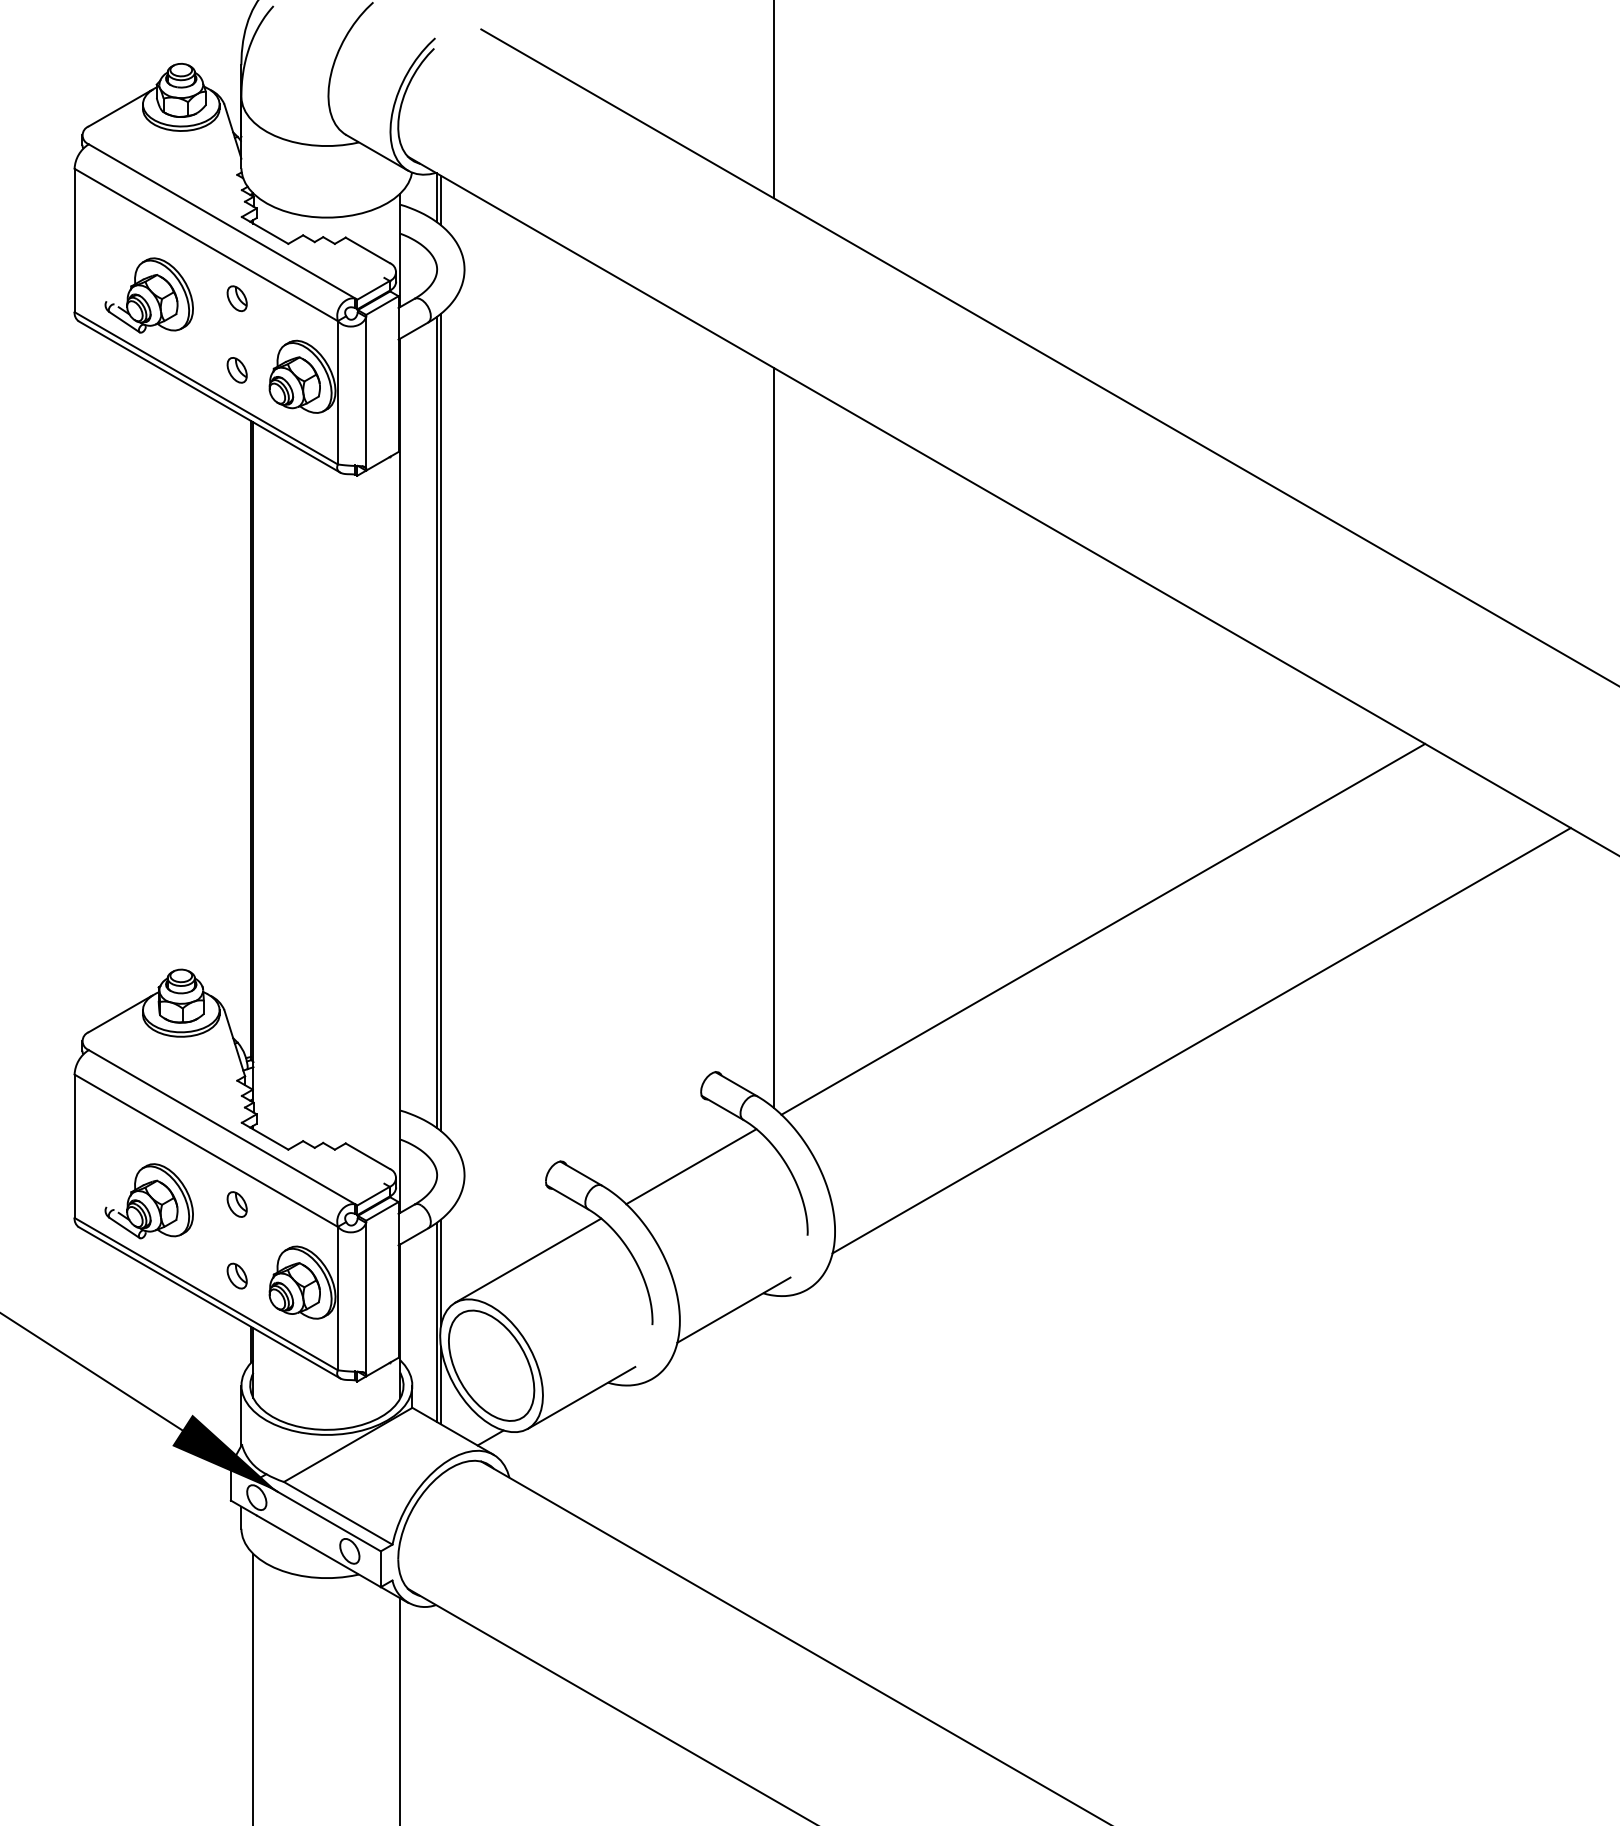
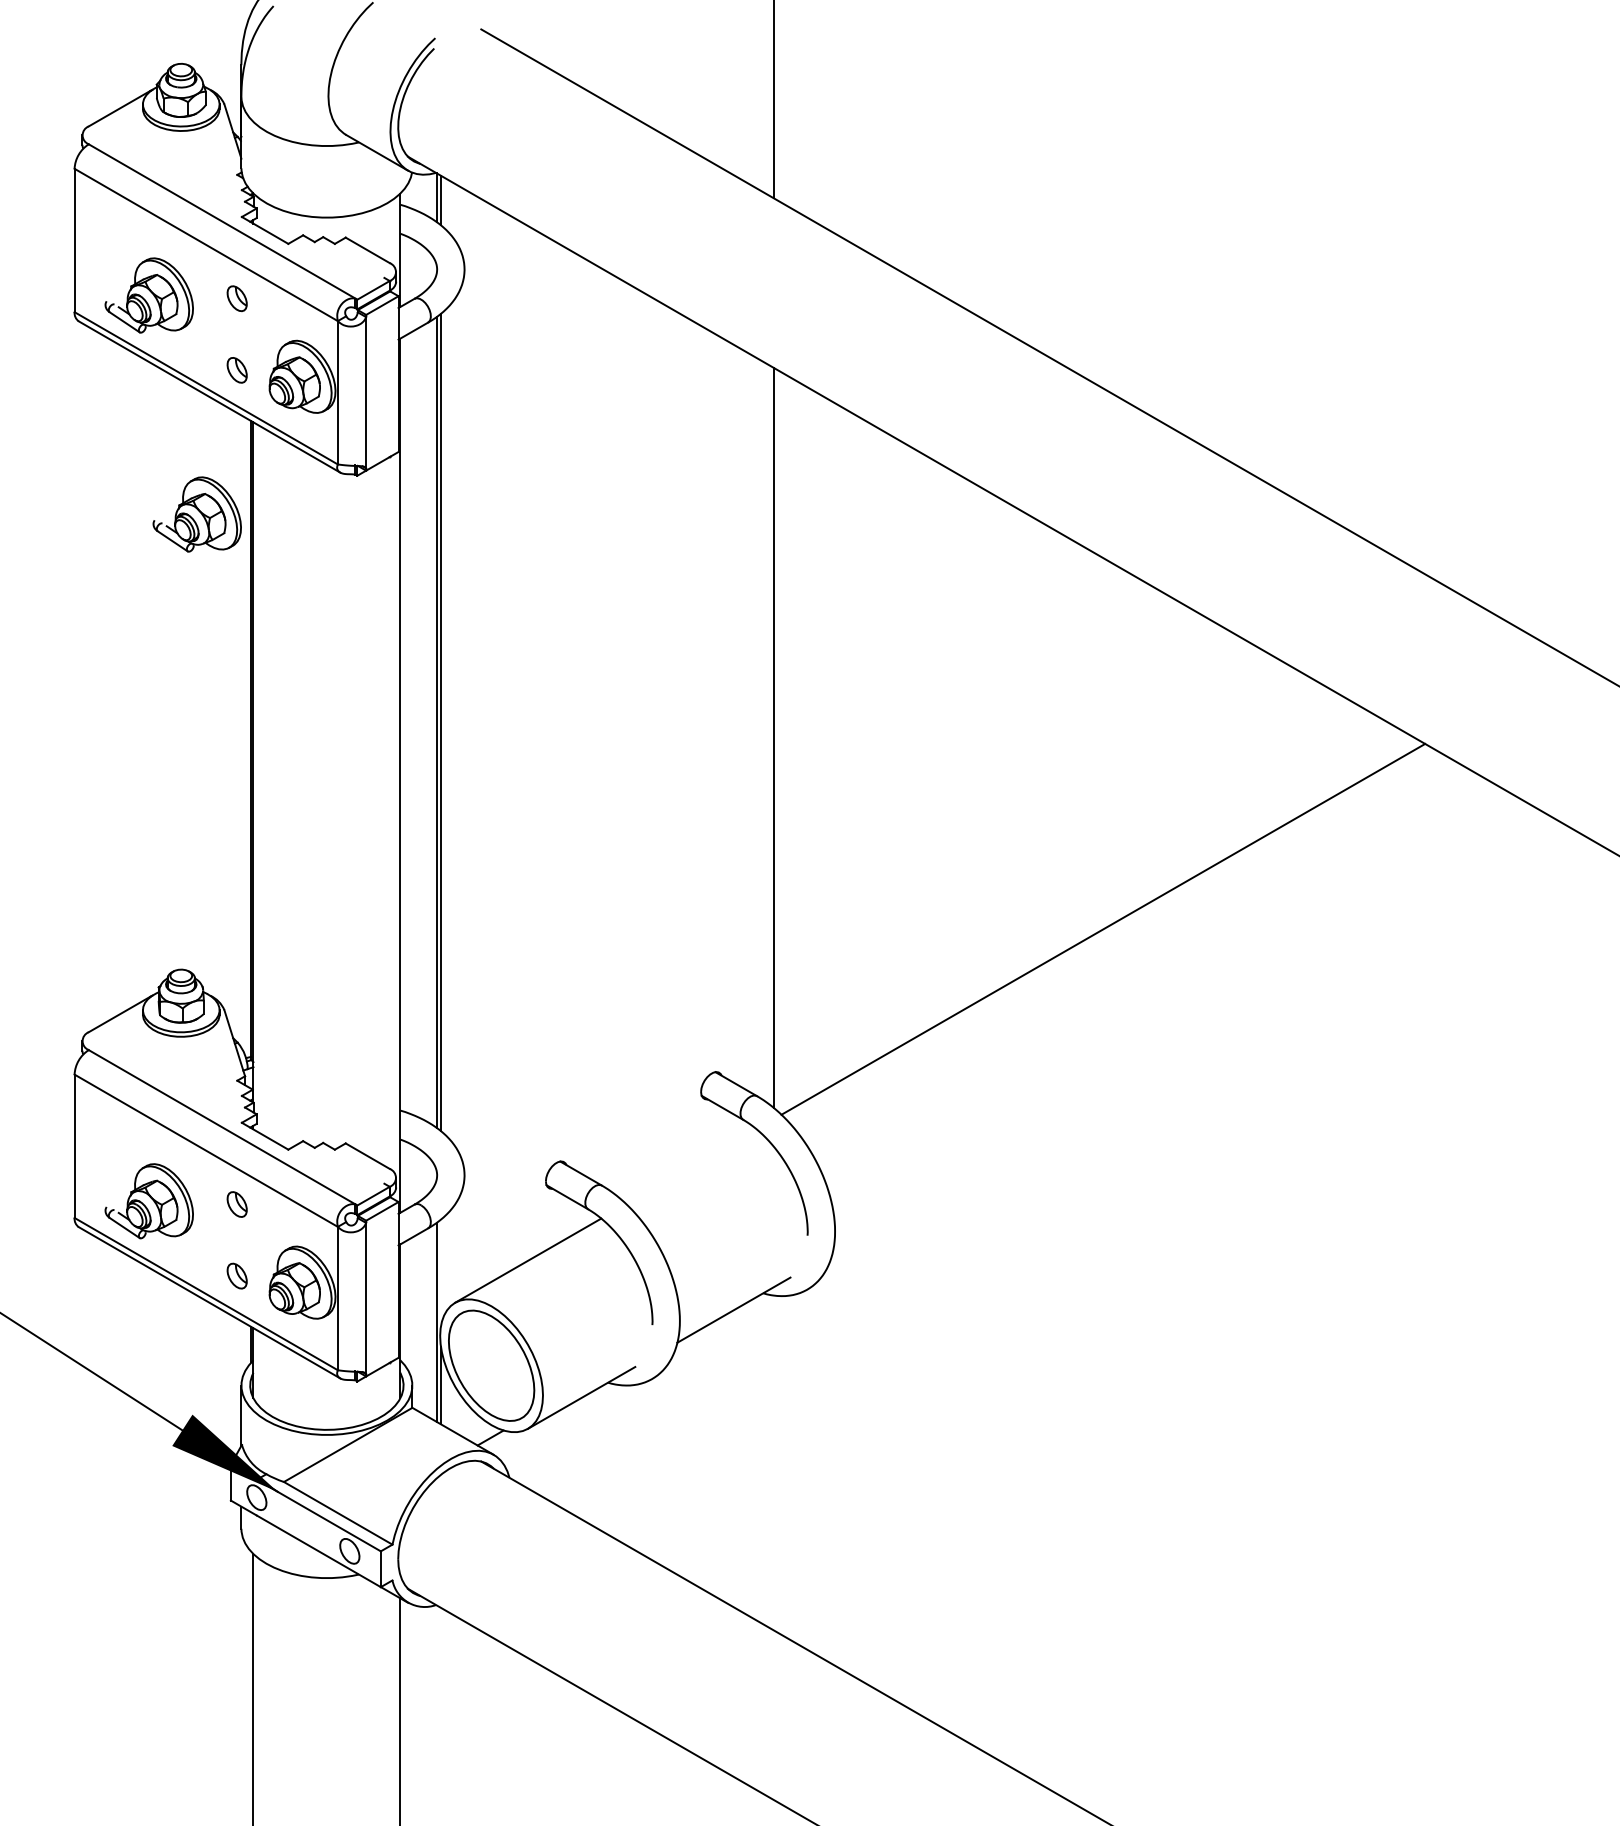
part at (196, 514): none -> present
line at (1201, 1040): present -> none
line at (691, 1166): present -> none
line at (440, 1272): present -> none
